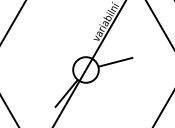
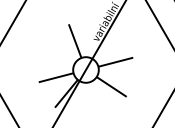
line at (75, 40): none -> present
line at (55, 77): none -> present
line at (111, 86): none -> present
